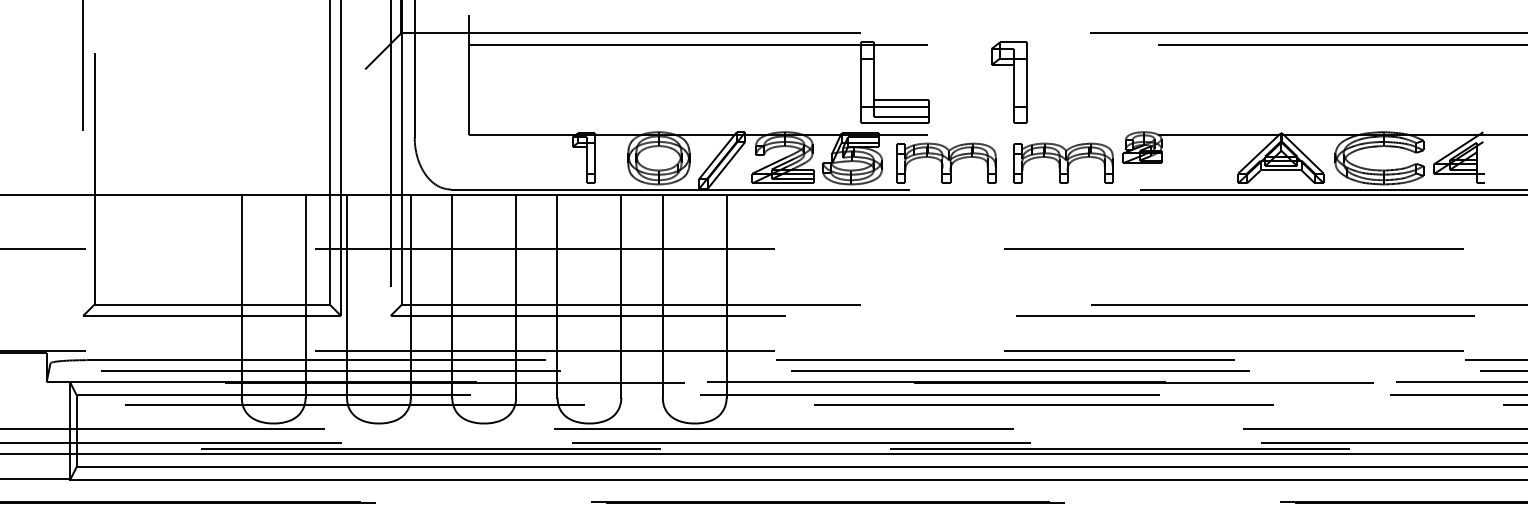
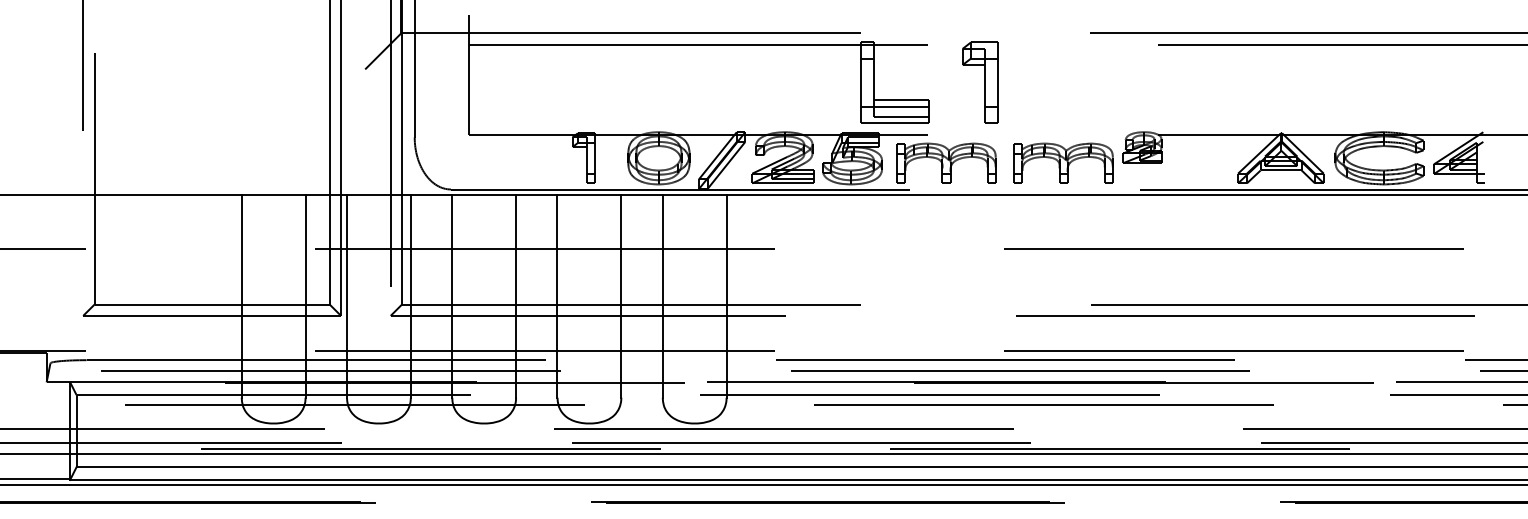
part at (1009, 82) position: (1009, 82) -> (980, 82)
line at (763, 484): none -> present
